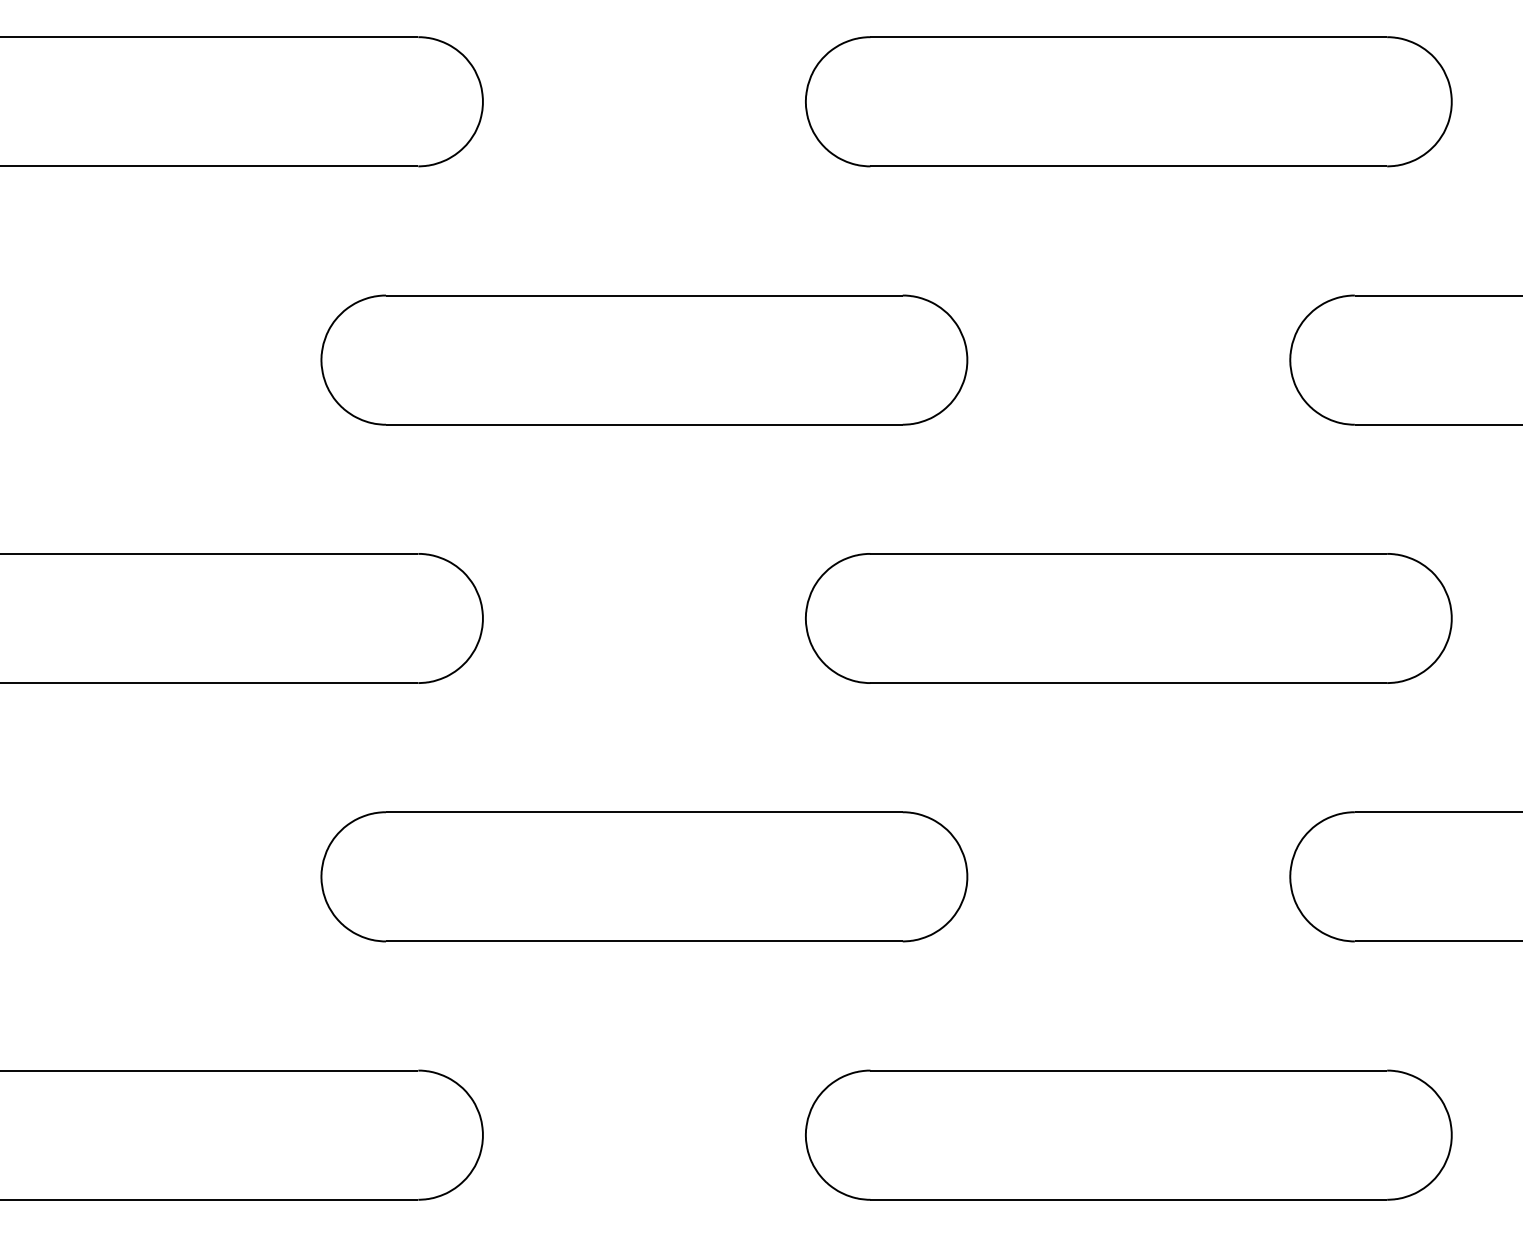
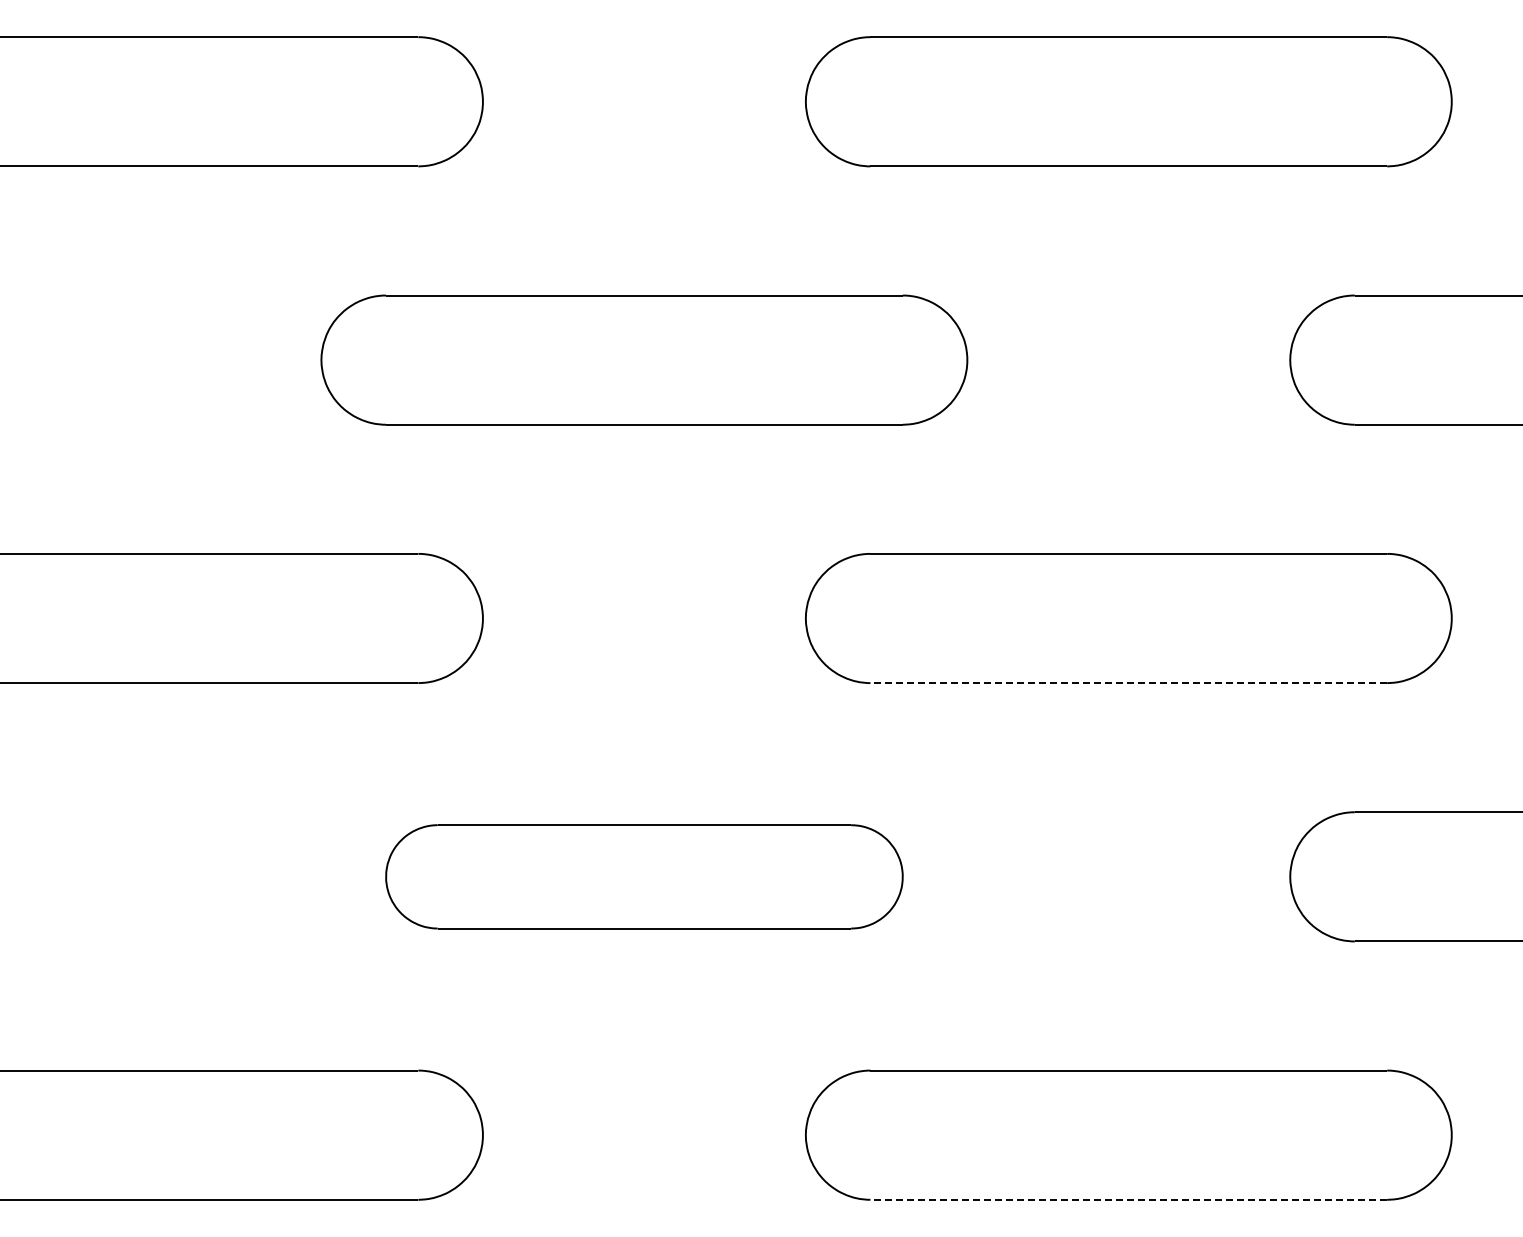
line at (1128, 683): solid -> dashed
part at (644, 876) size: 649x132 px -> 519x106 px
line at (1128, 1199): solid -> dashed
